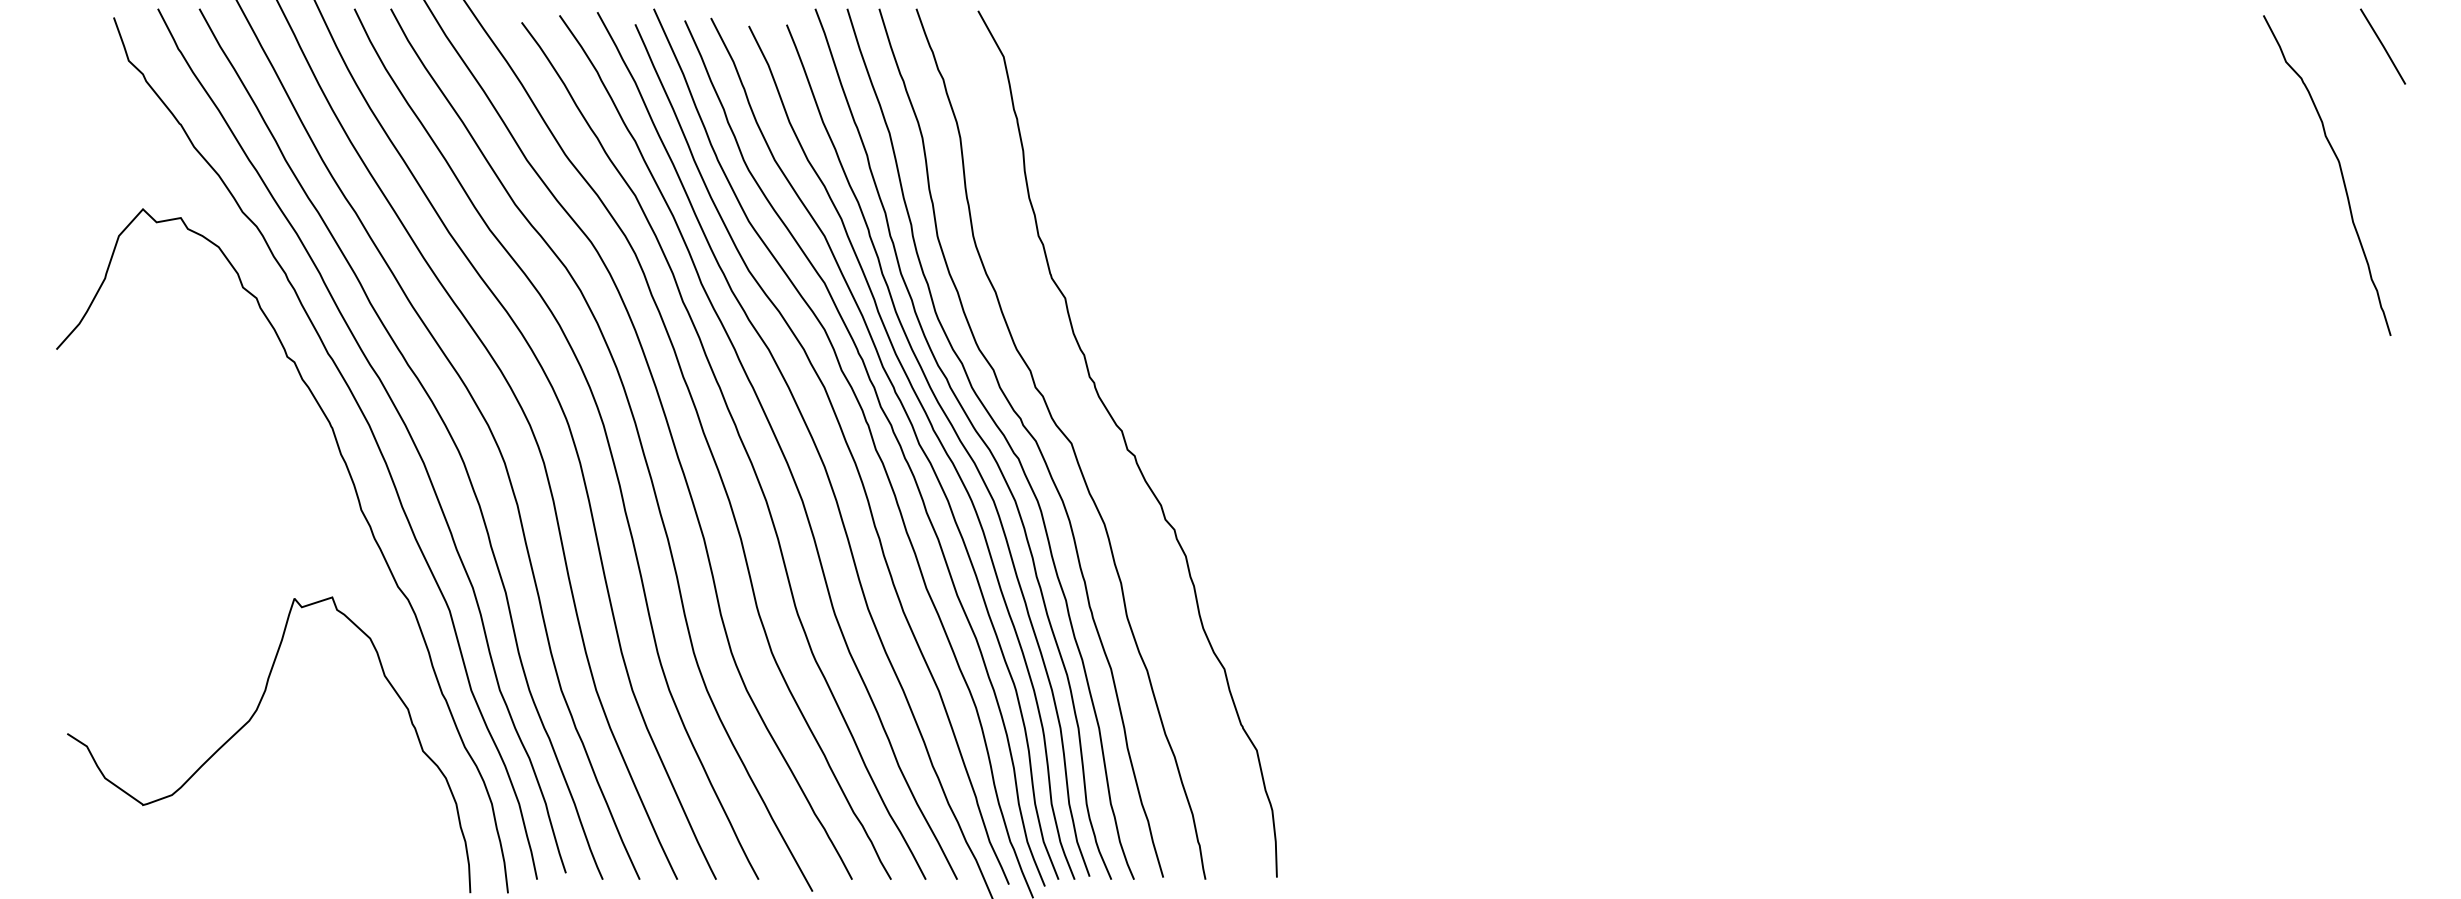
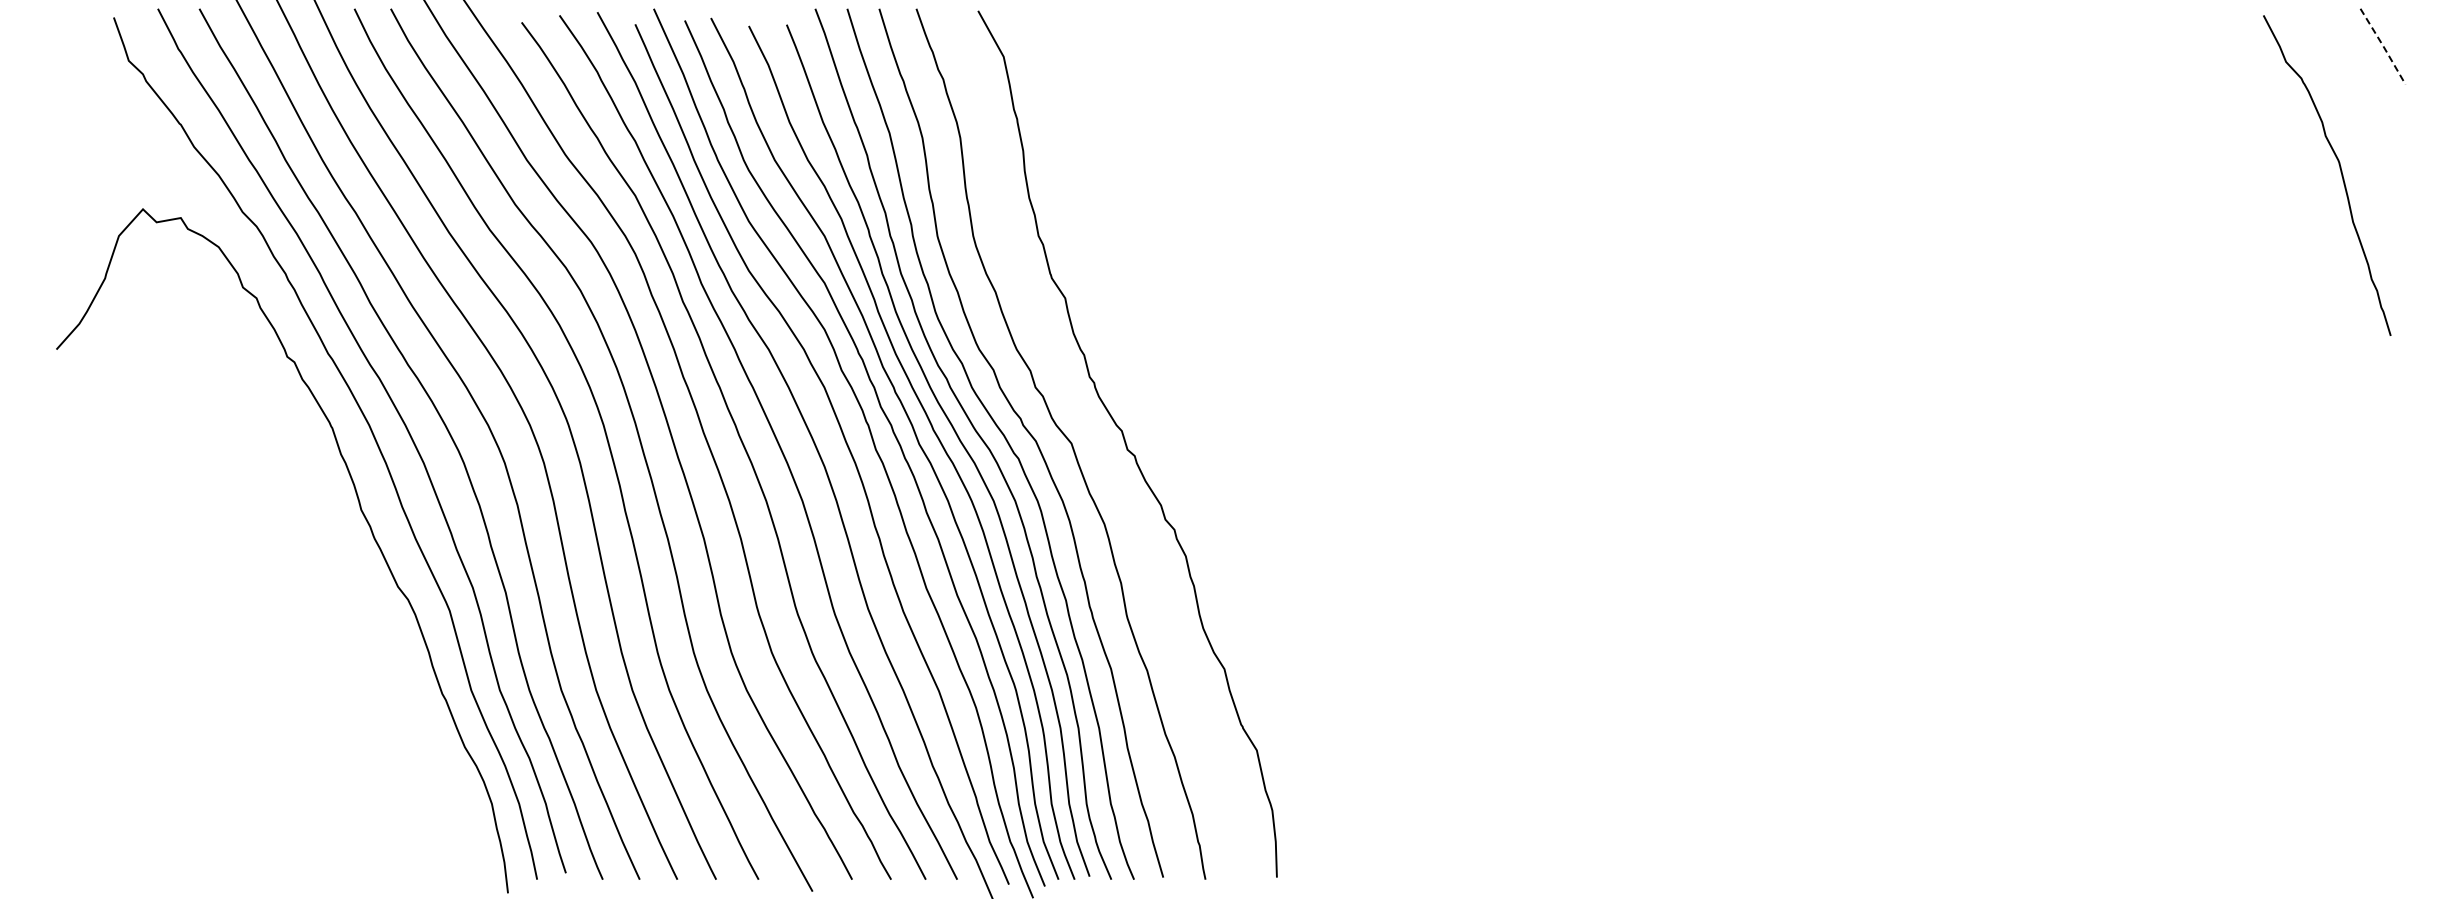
line at (2383, 46): solid -> dashed
curve at (248, 722): present -> none
